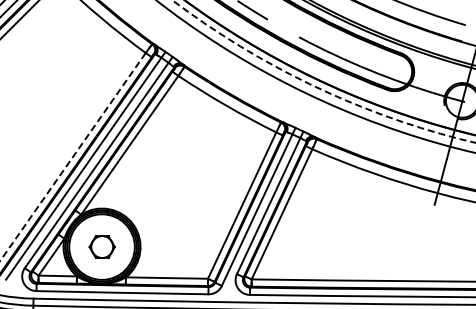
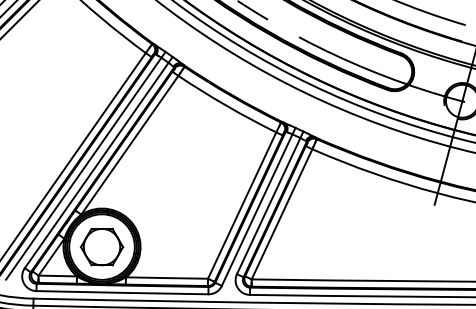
circle at (323, 71): dashed -> solid
line at (72, 157): dashed -> solid
part at (101, 246) size: 28x24 px -> 45x40 px
